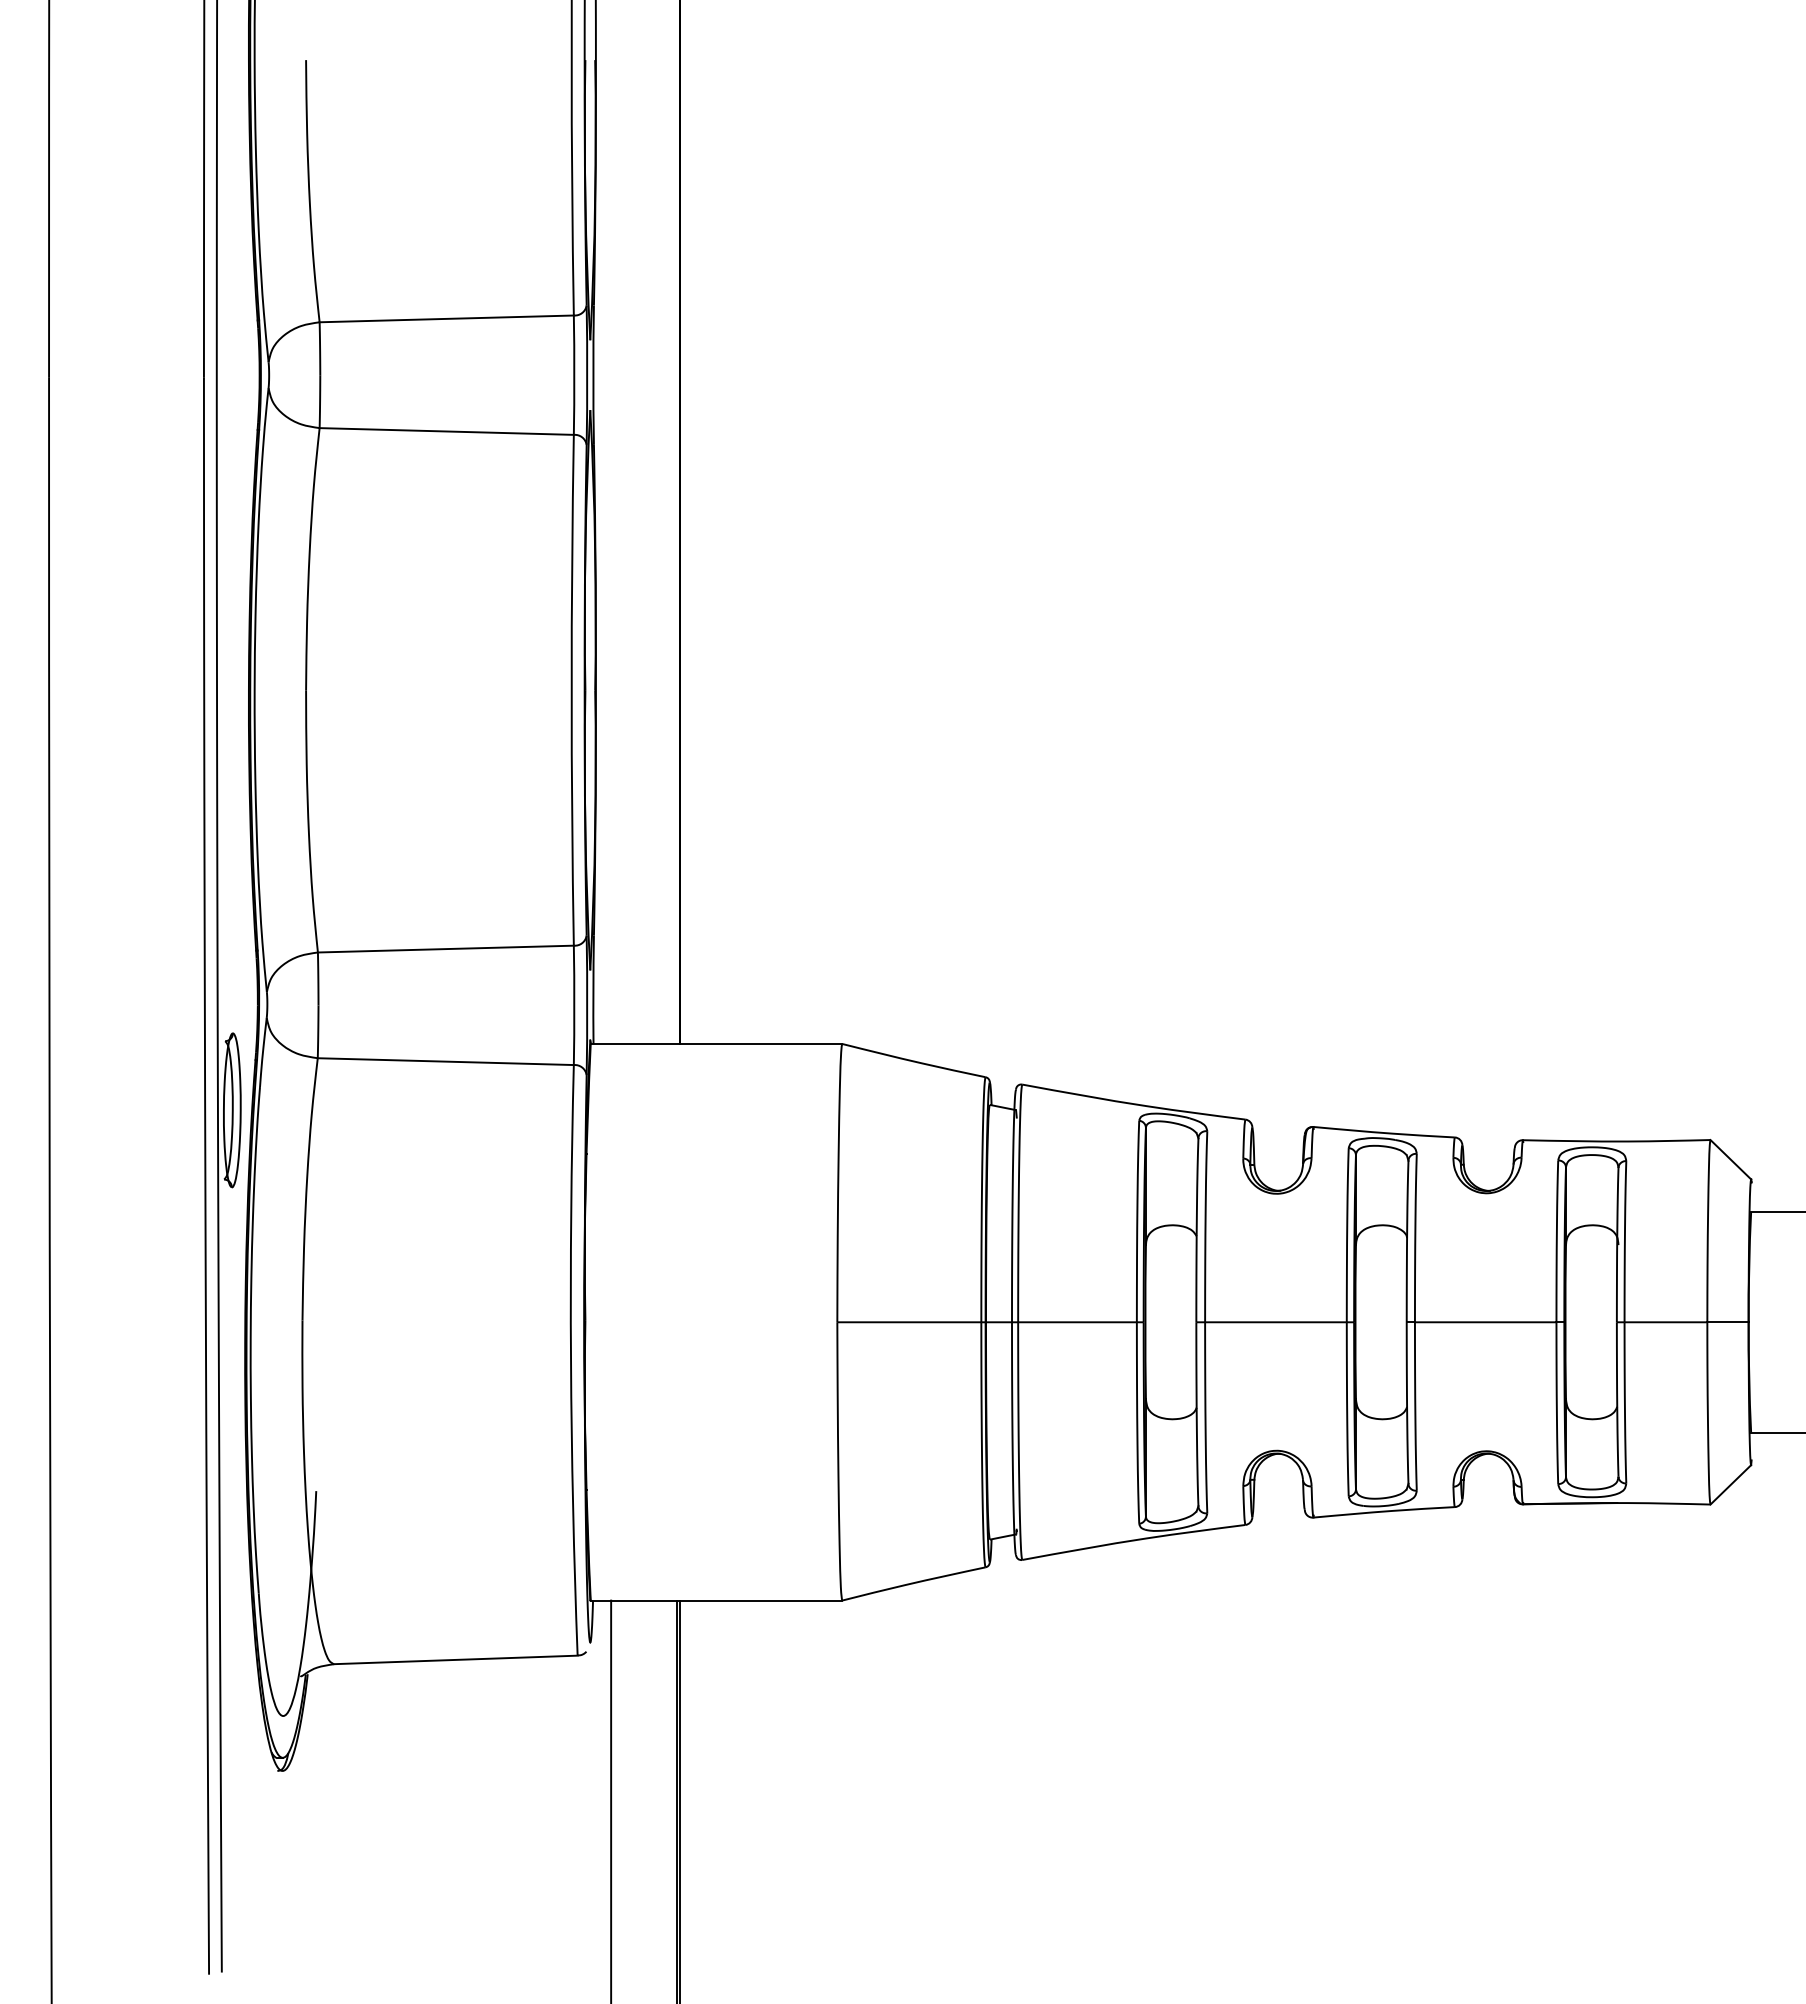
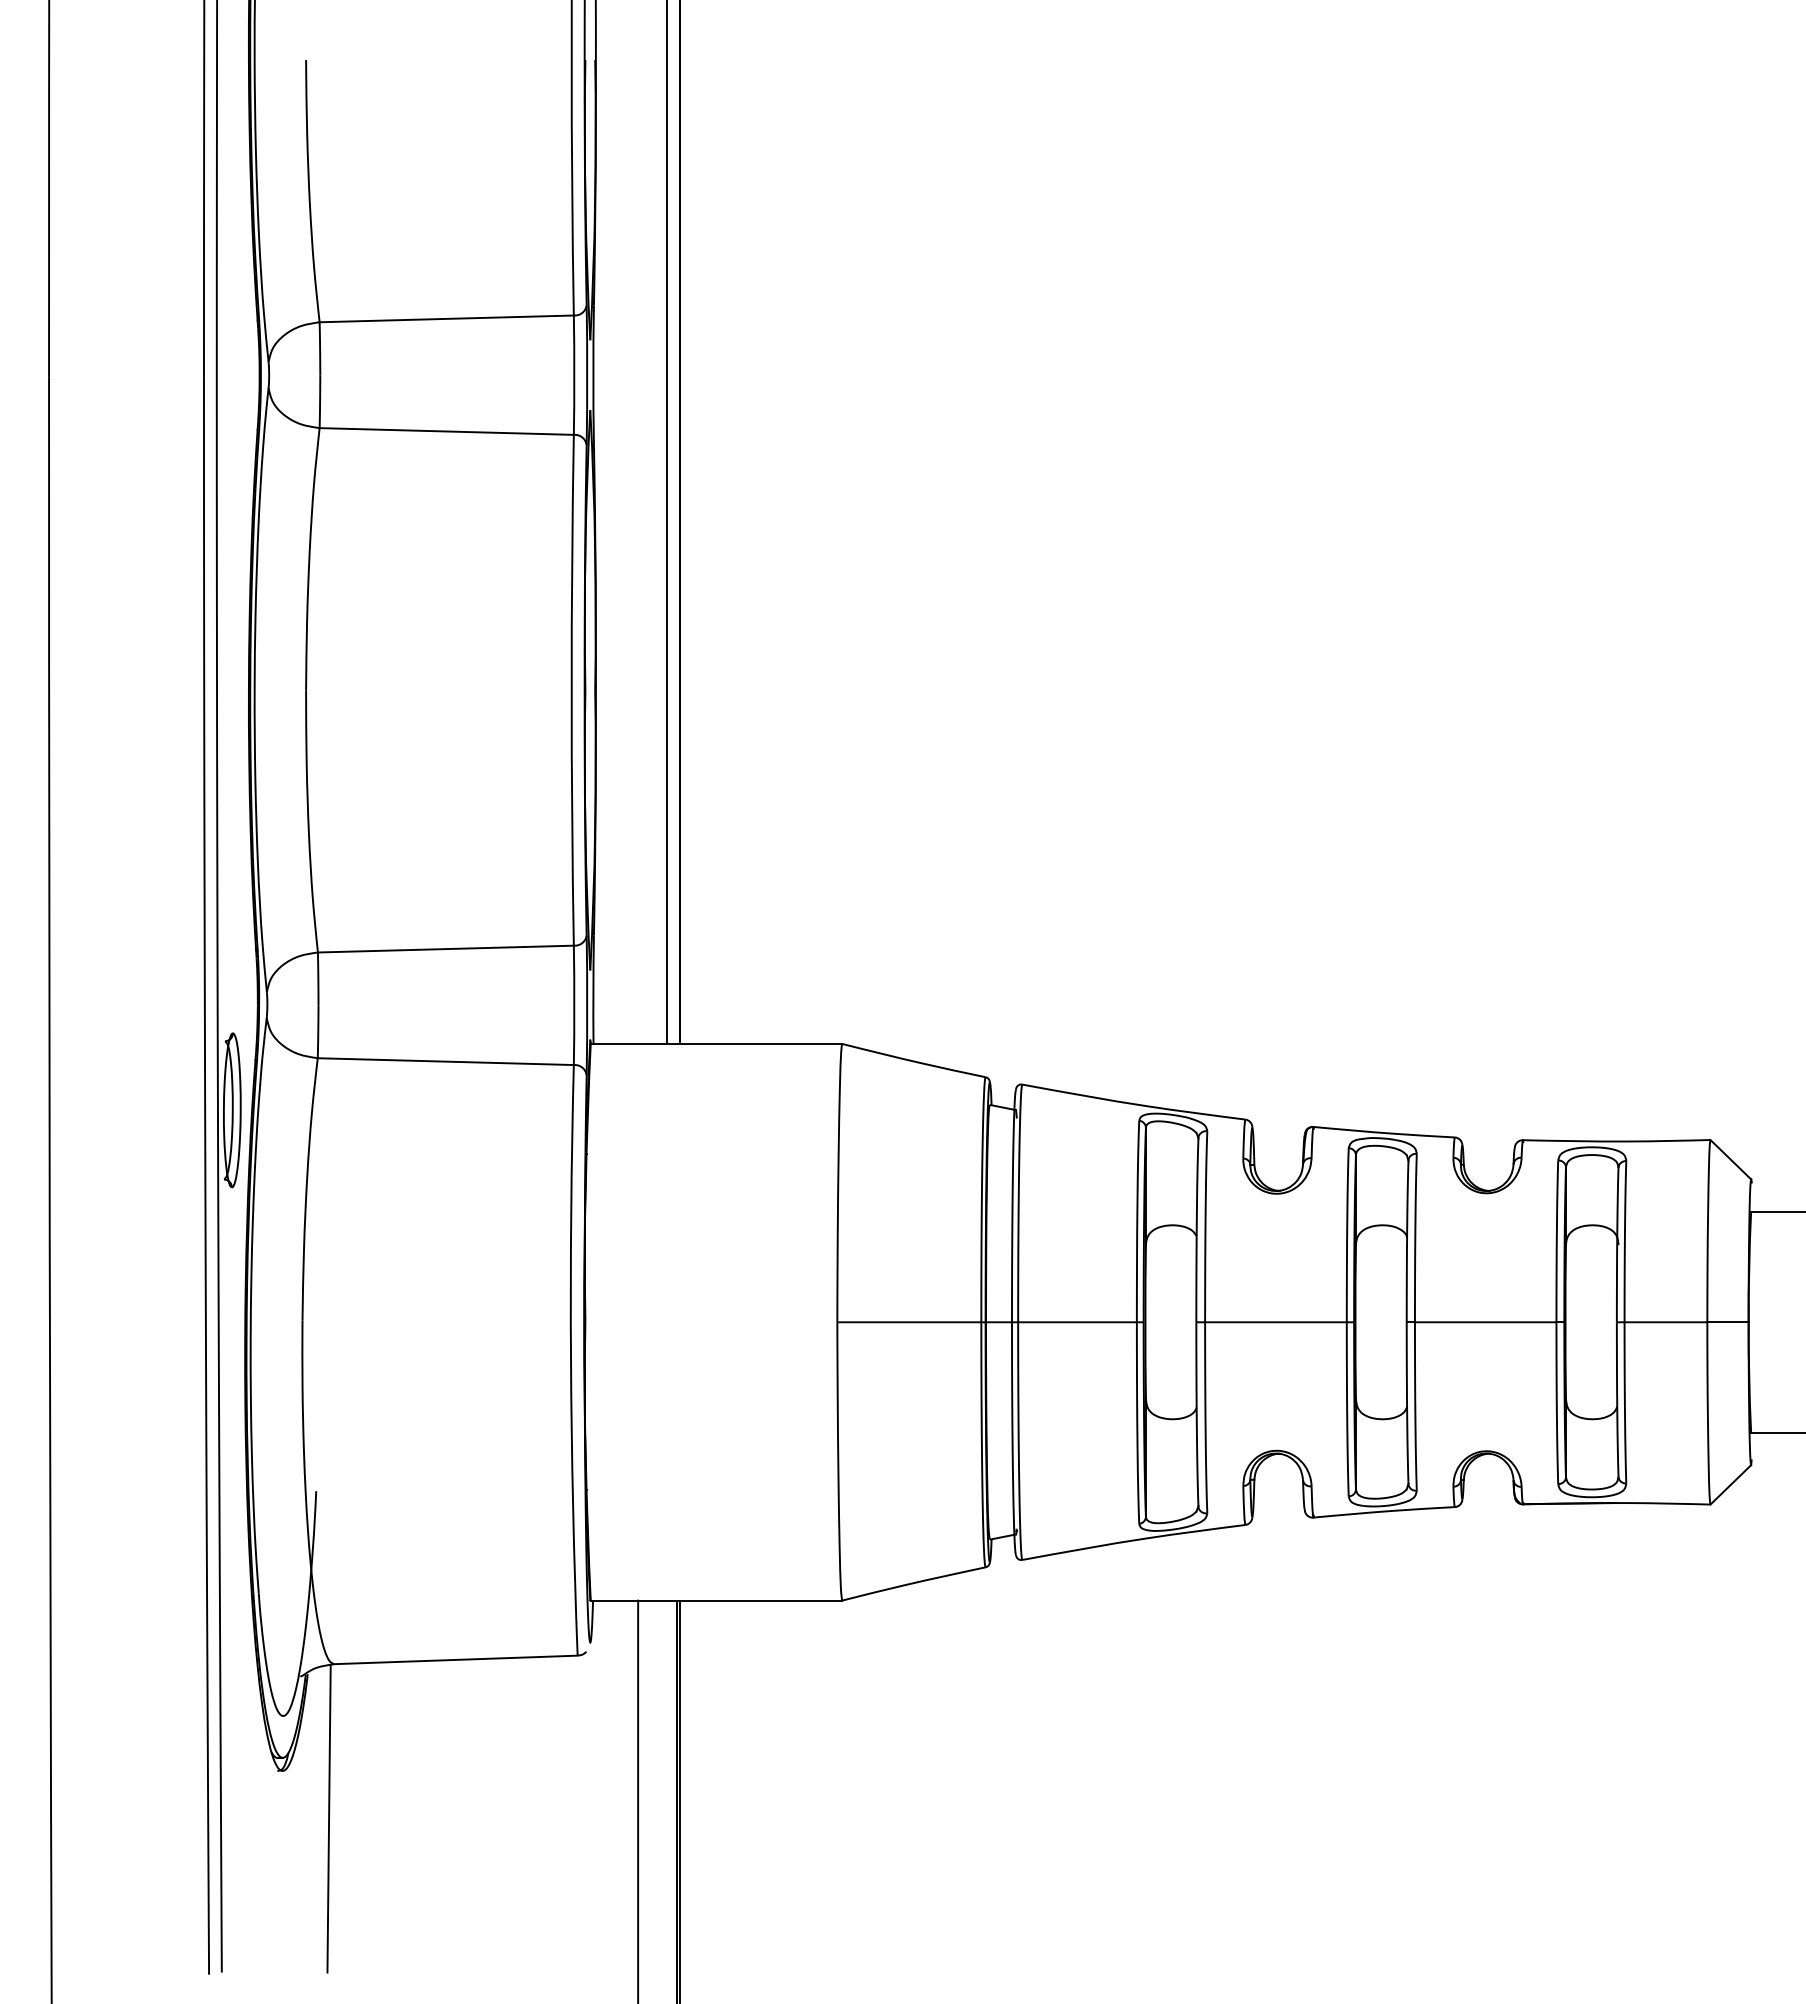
line at (667, 522): none -> present
line at (611, 1800) position: (611, 1800) -> (638, 1800)
line at (328, 1818): none -> present
